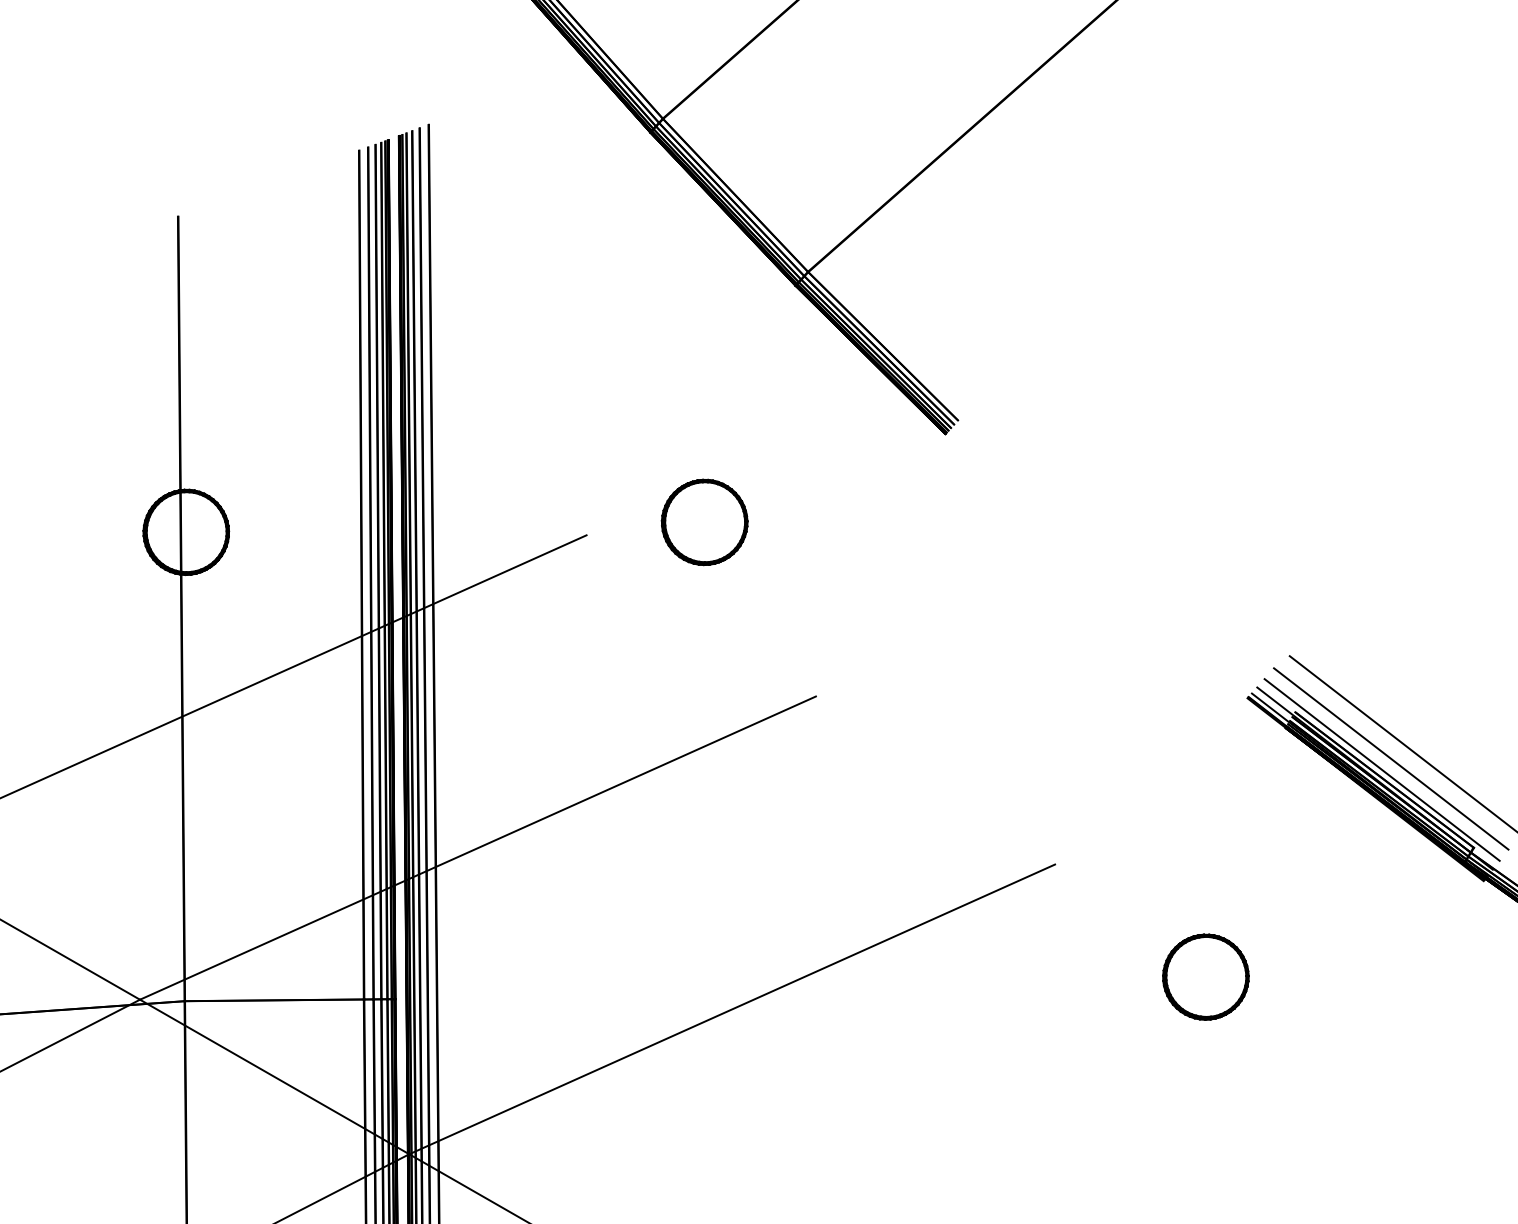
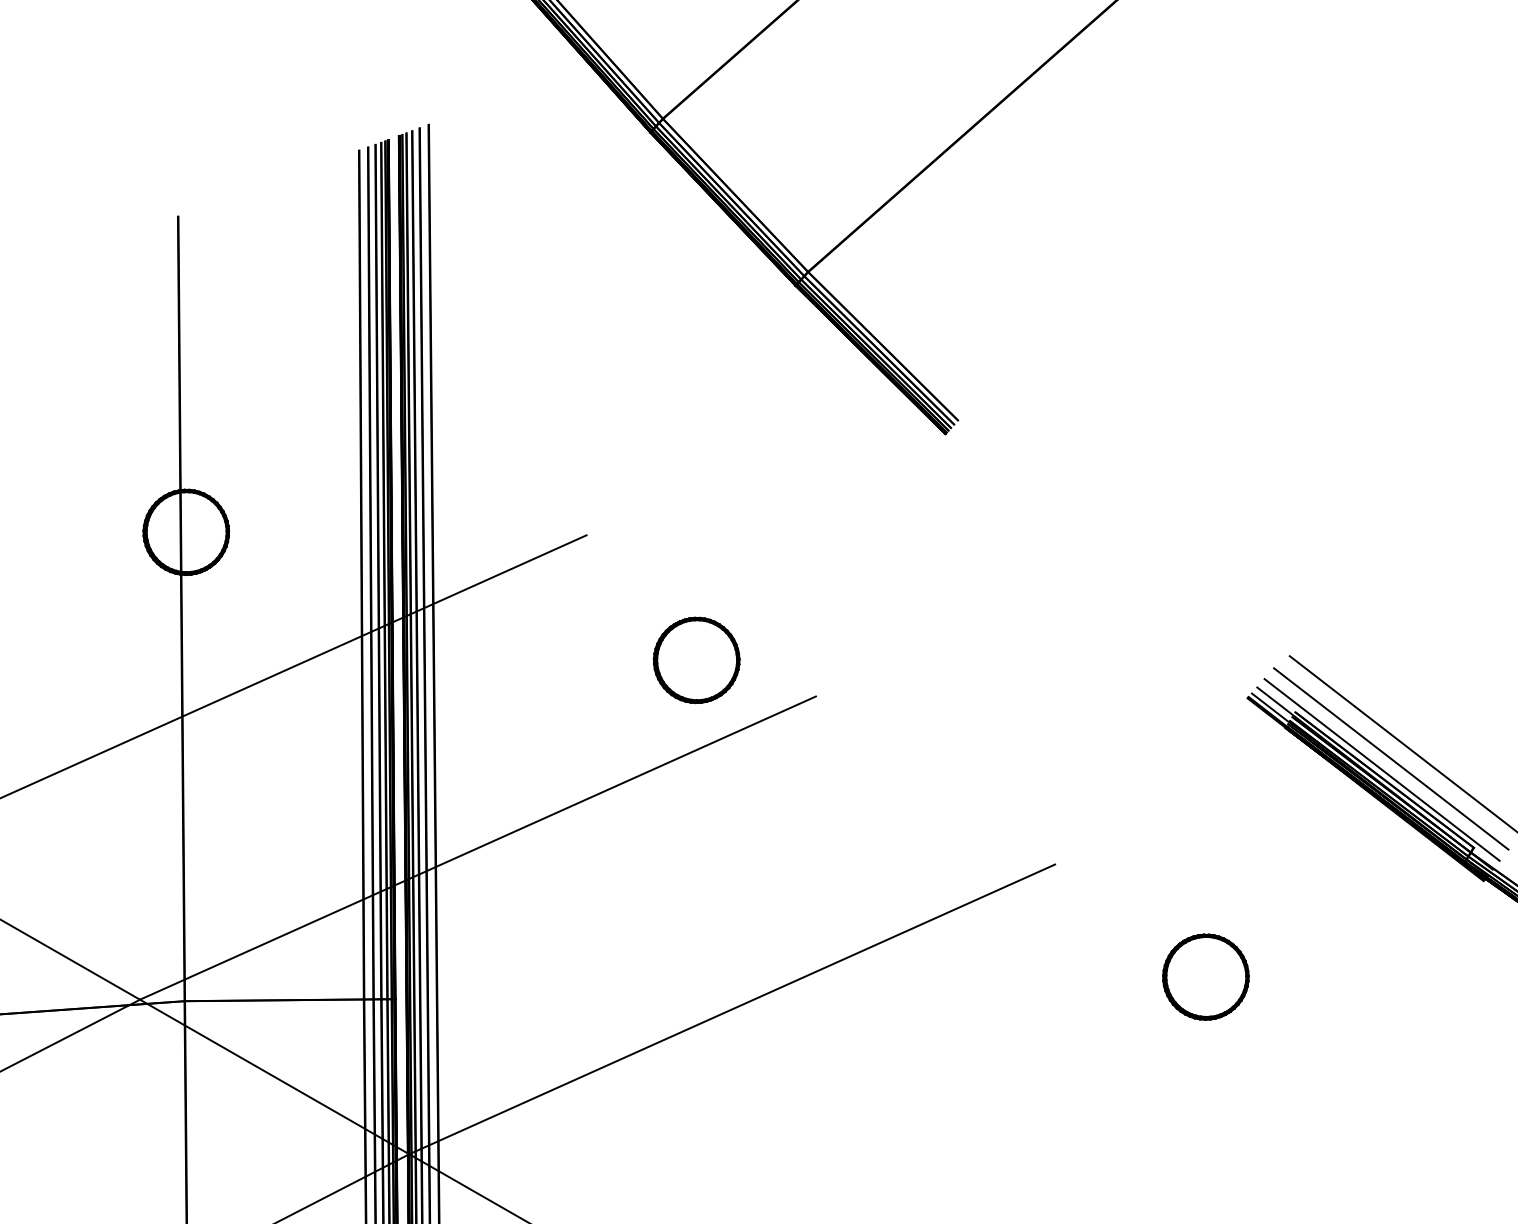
part at (704, 522) position: (704, 522) -> (696, 660)
